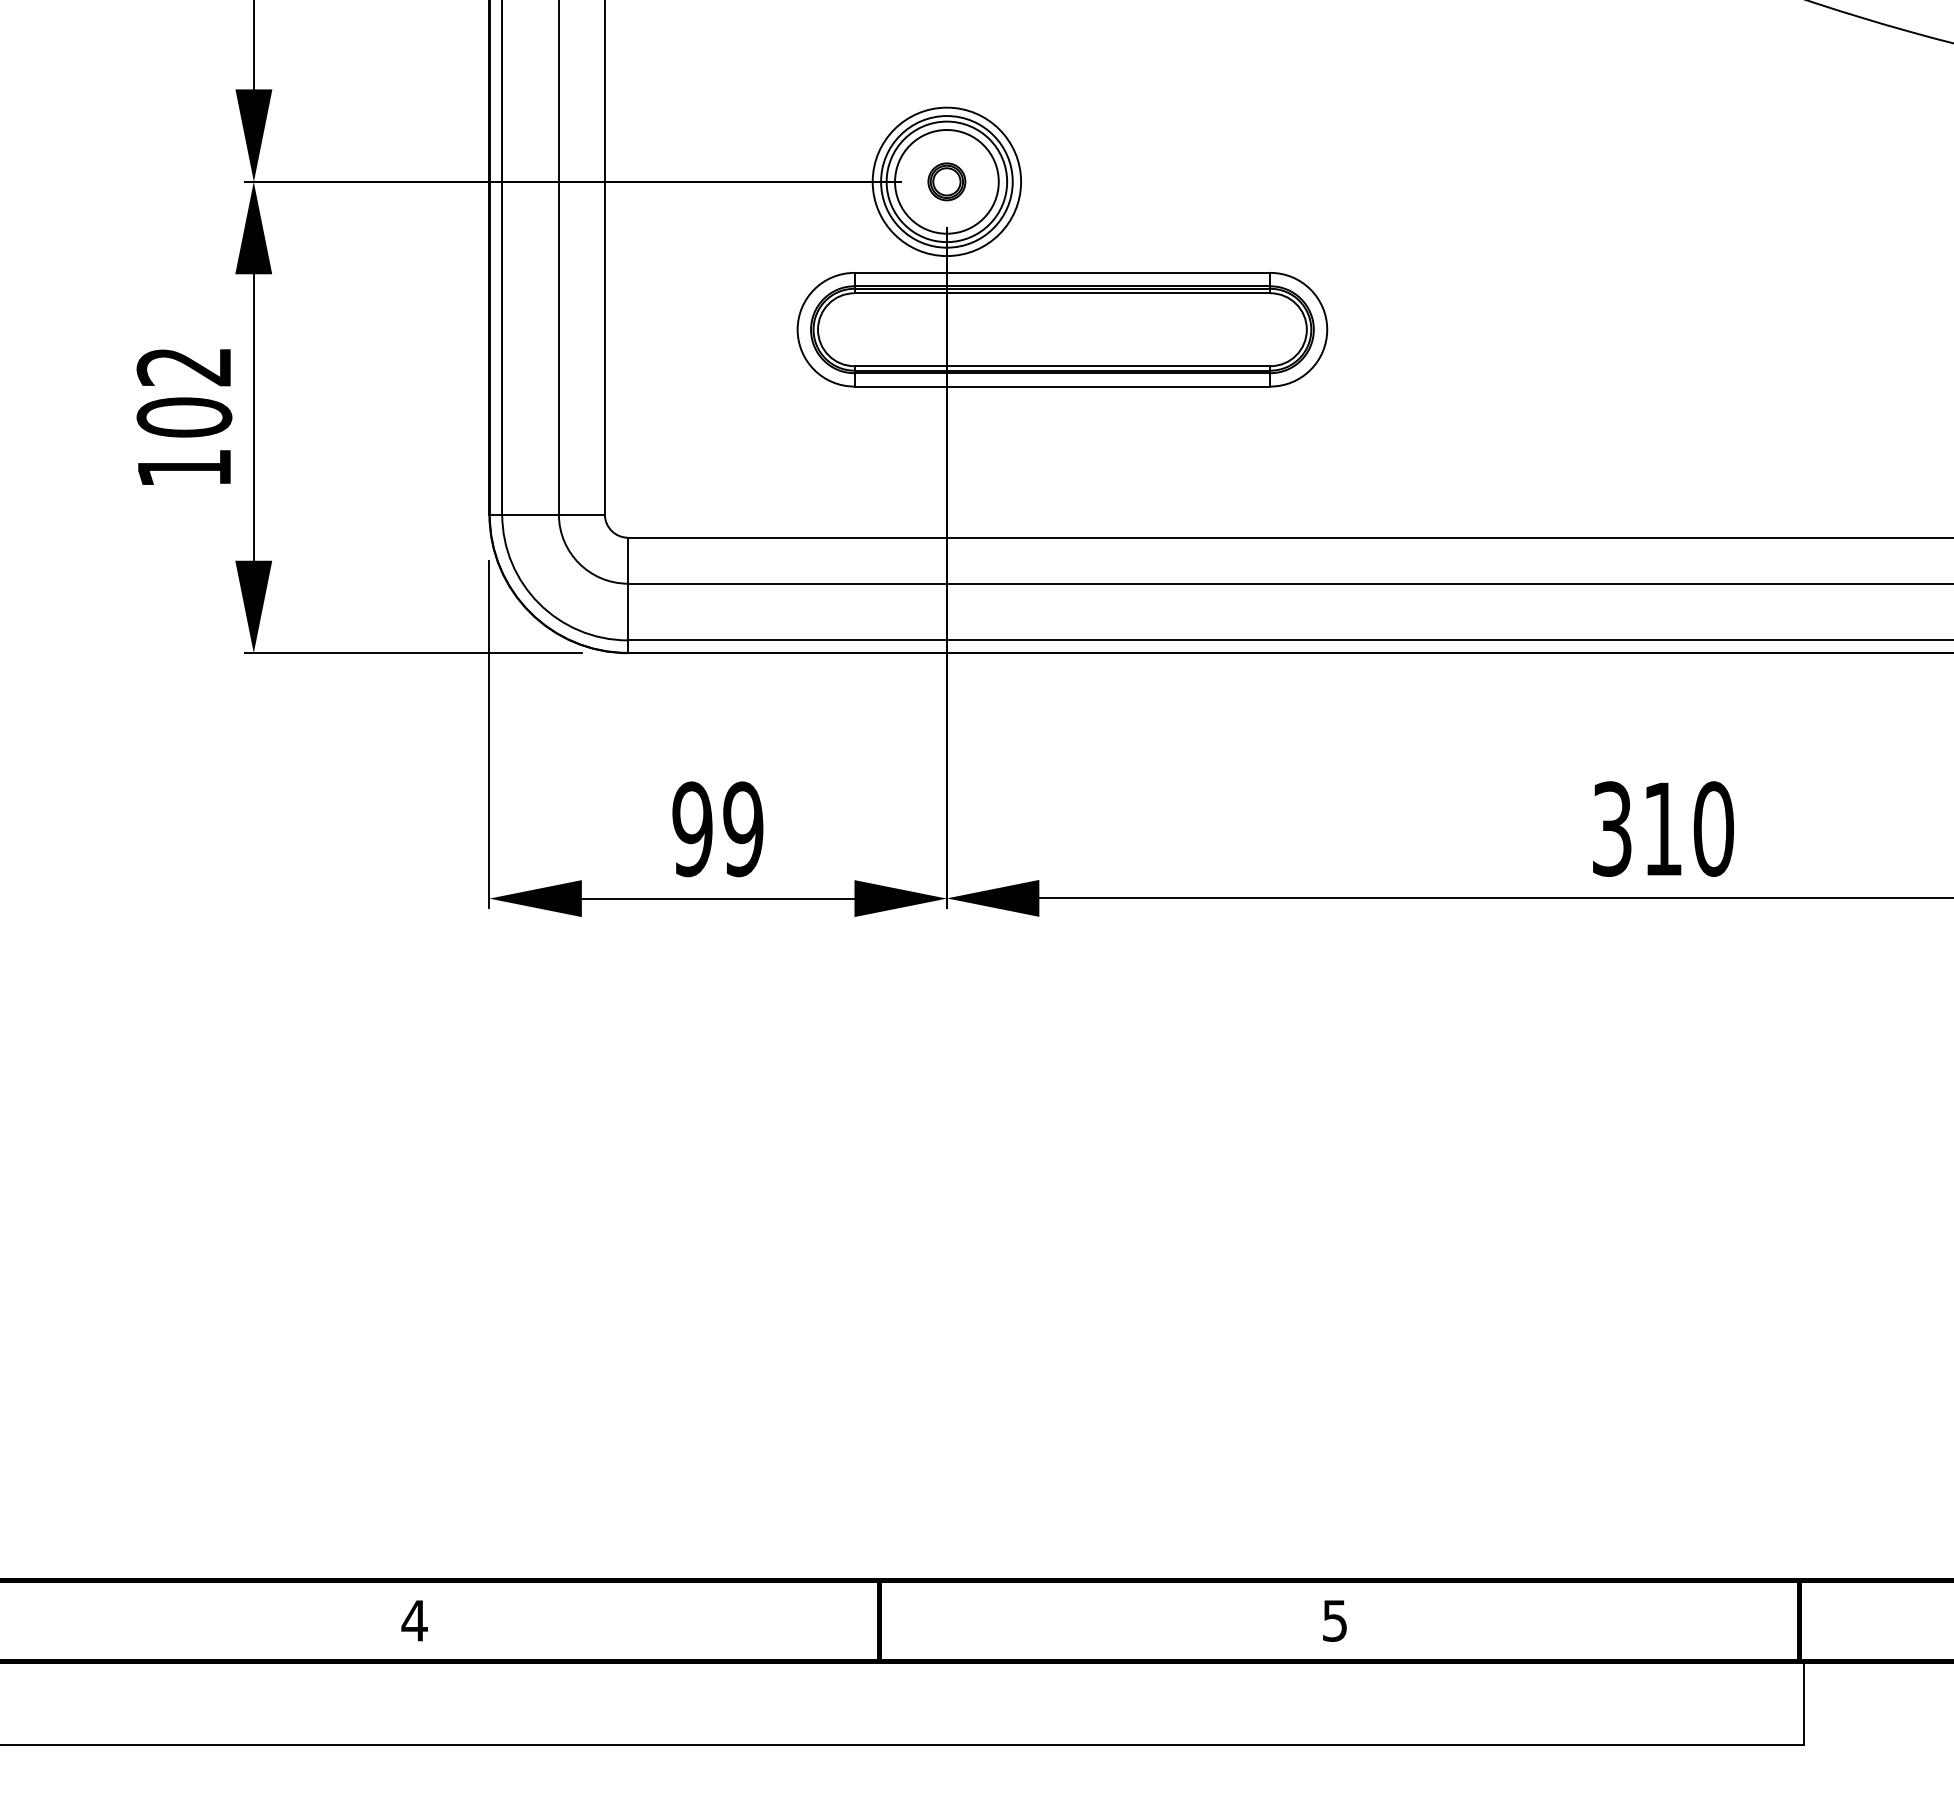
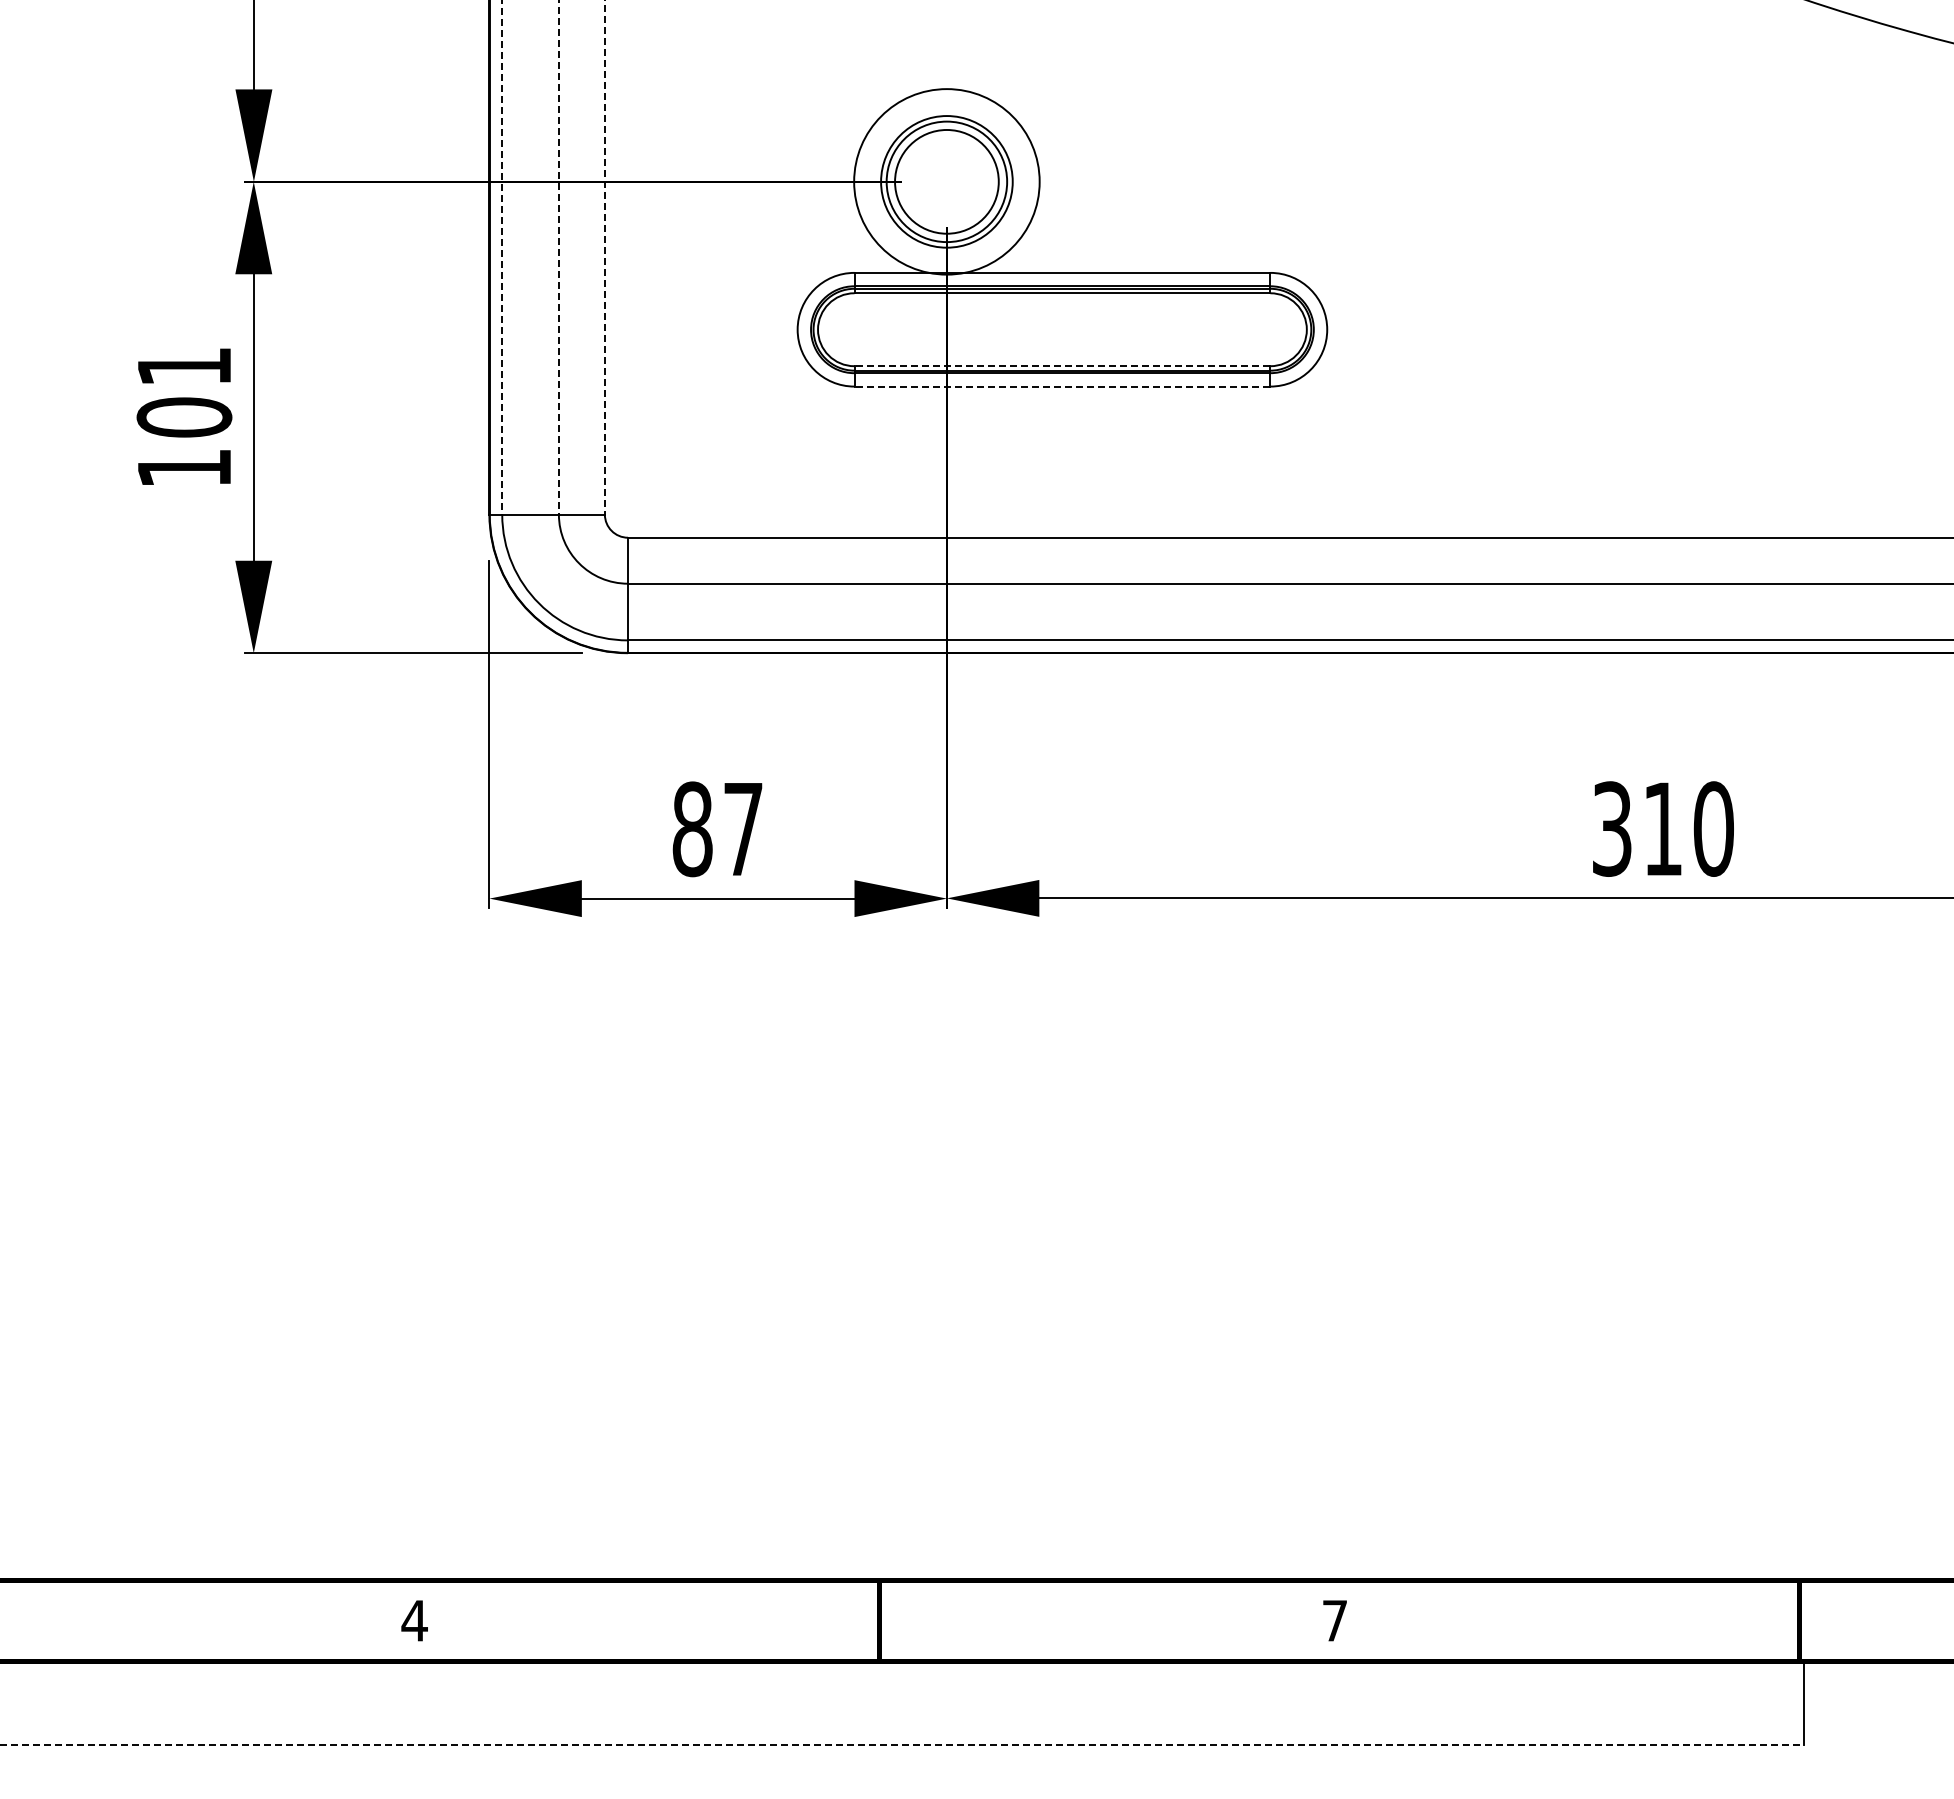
circle at (946, 181) diameter: 148 px -> 186 px
part at (946, 181): present -> none
line at (502, 257): solid -> dashed
line at (558, 257): solid -> dashed
line at (604, 257): solid -> dashed
line at (1062, 366): solid -> dashed
text at (183, 367): 102 -> 101
line at (1062, 386): solid -> dashed
text at (717, 829): 99 -> 87
text at (1334, 1620): 5 -> 7
line at (902, 1744): solid -> dashed
